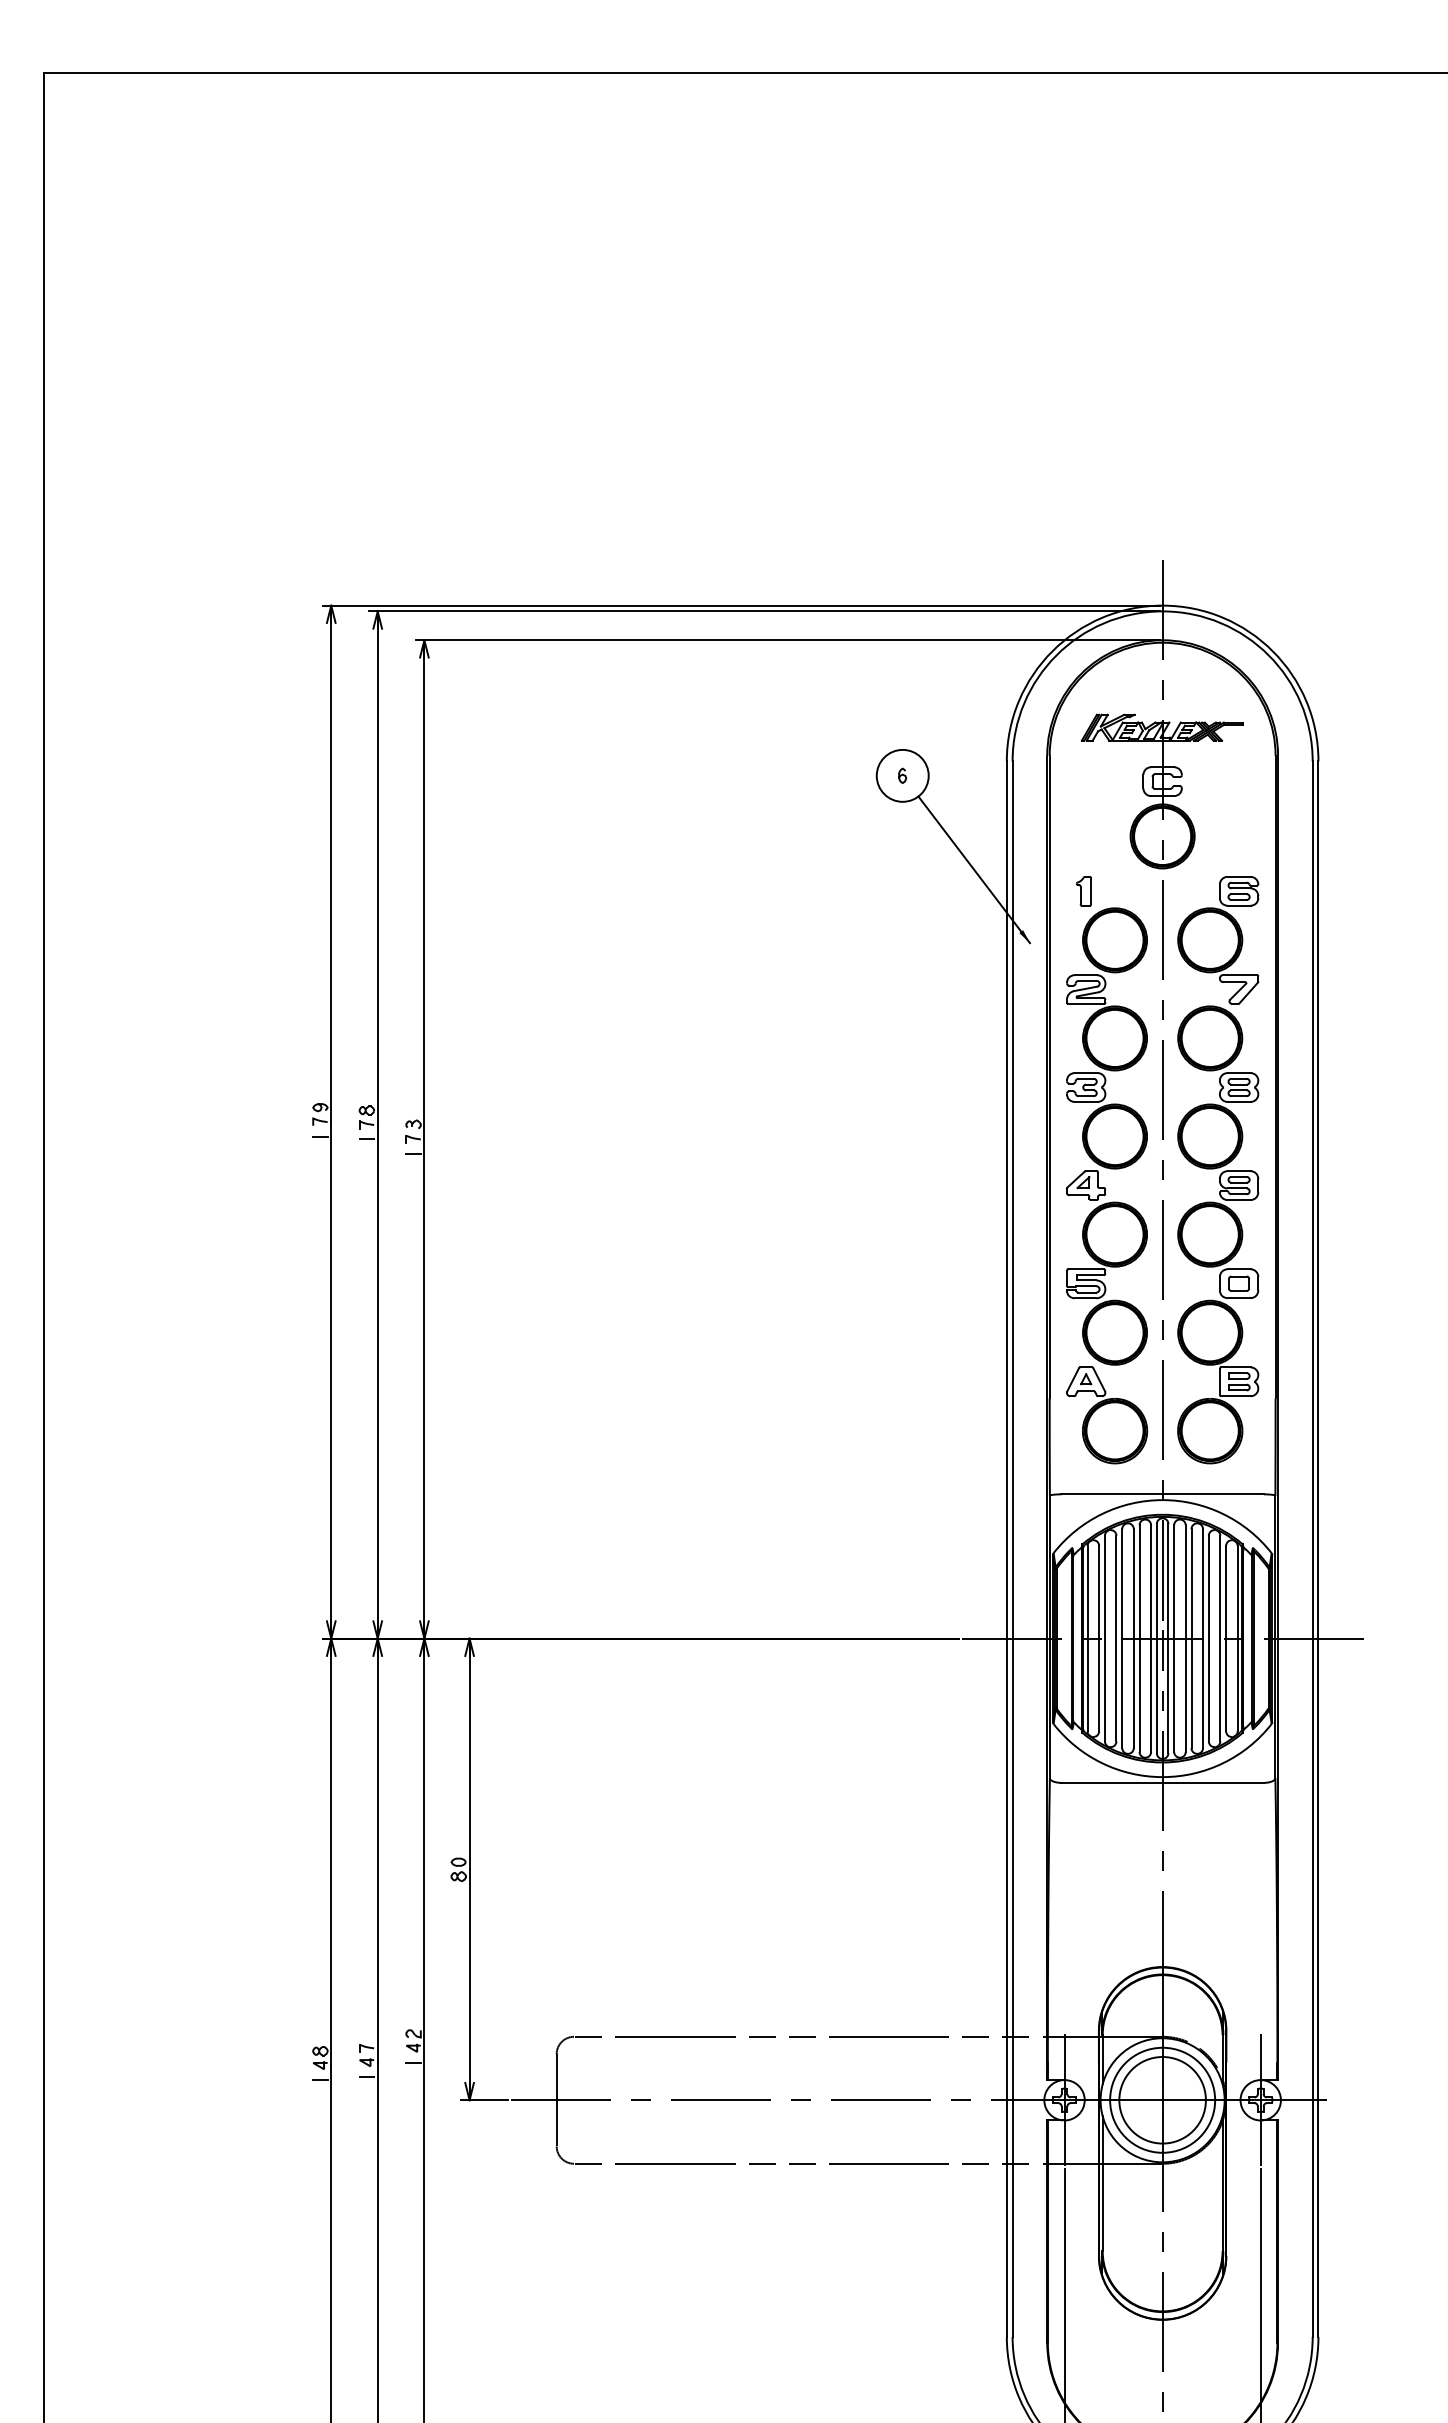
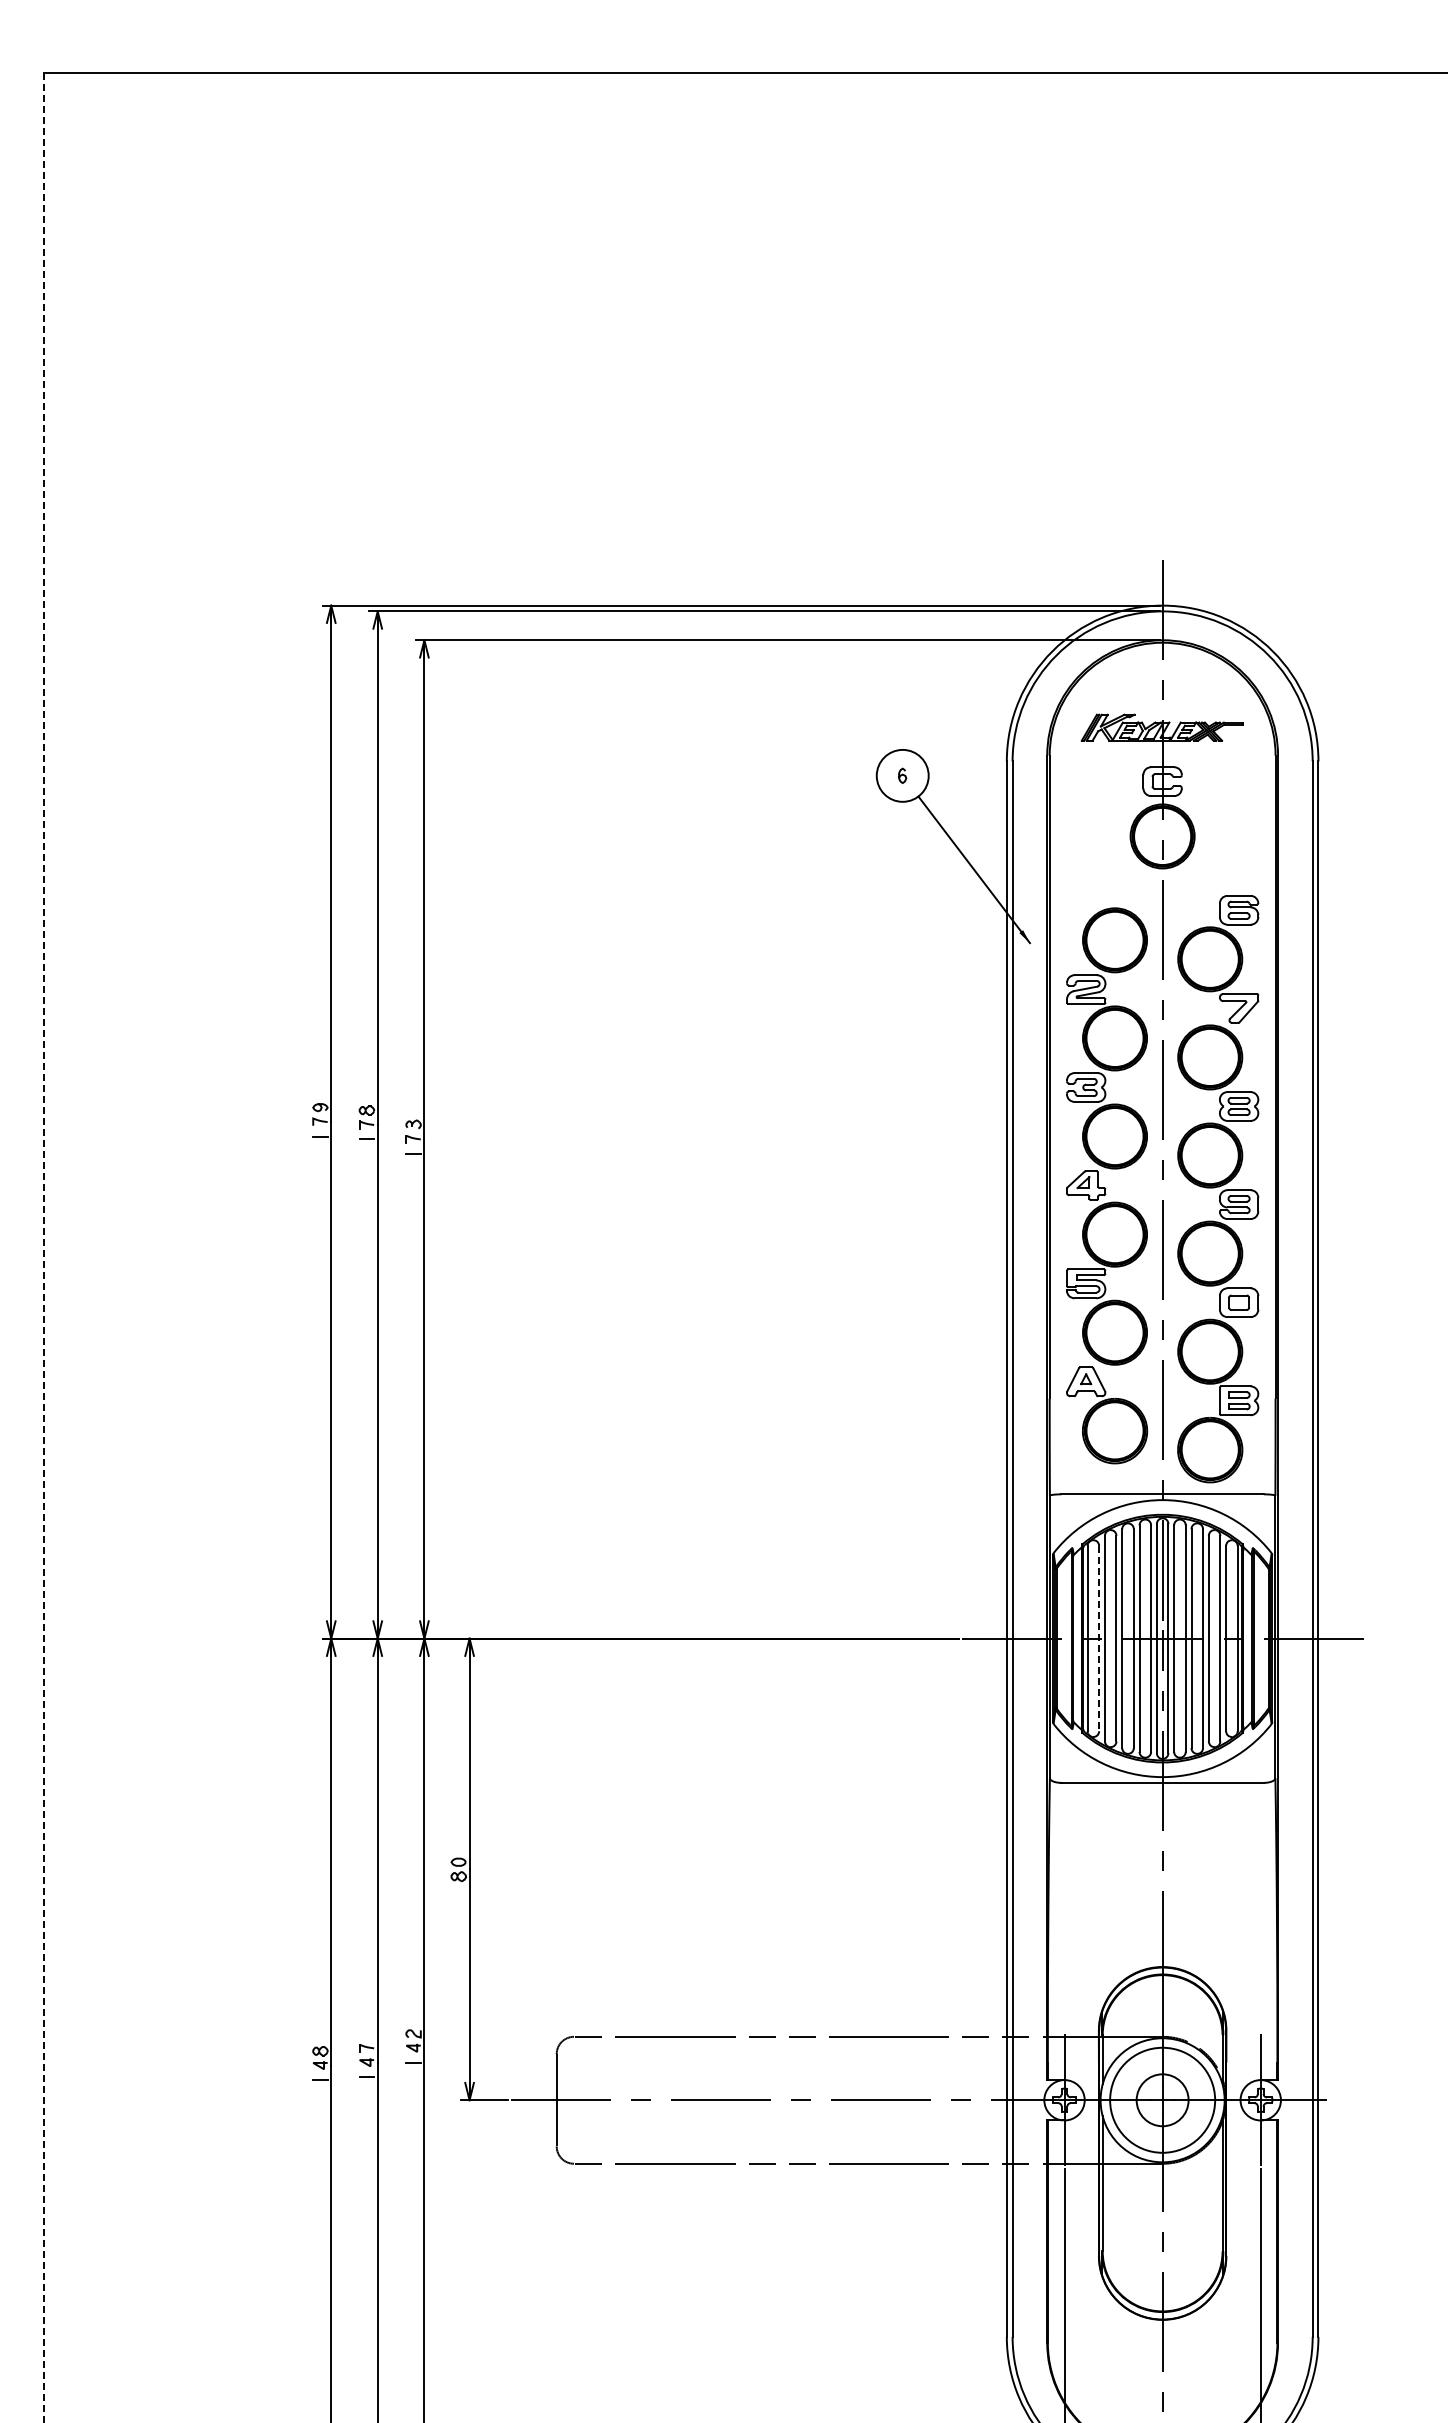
part at (1083, 891): present -> none
part at (1218, 1170) position: (1218, 1170) -> (1218, 1189)
line at (43, 1247): solid -> dashed
line at (1099, 1638): solid -> dashed
circle at (1162, 2100) diameter: 87 px -> 52 px
